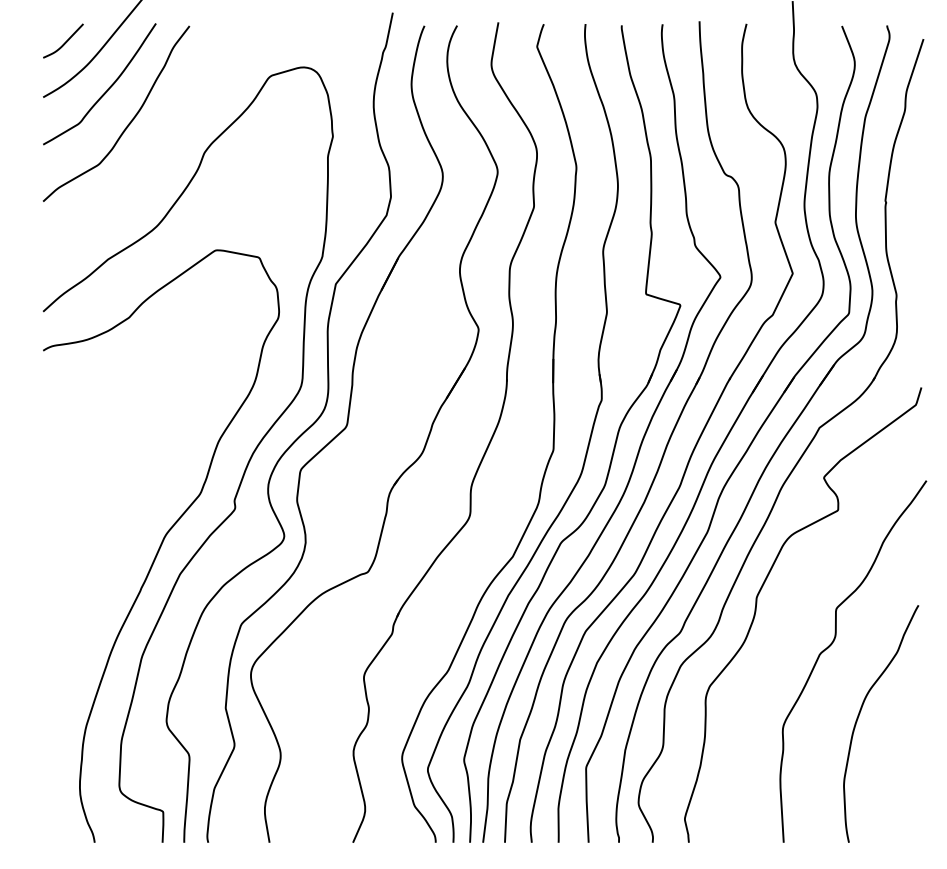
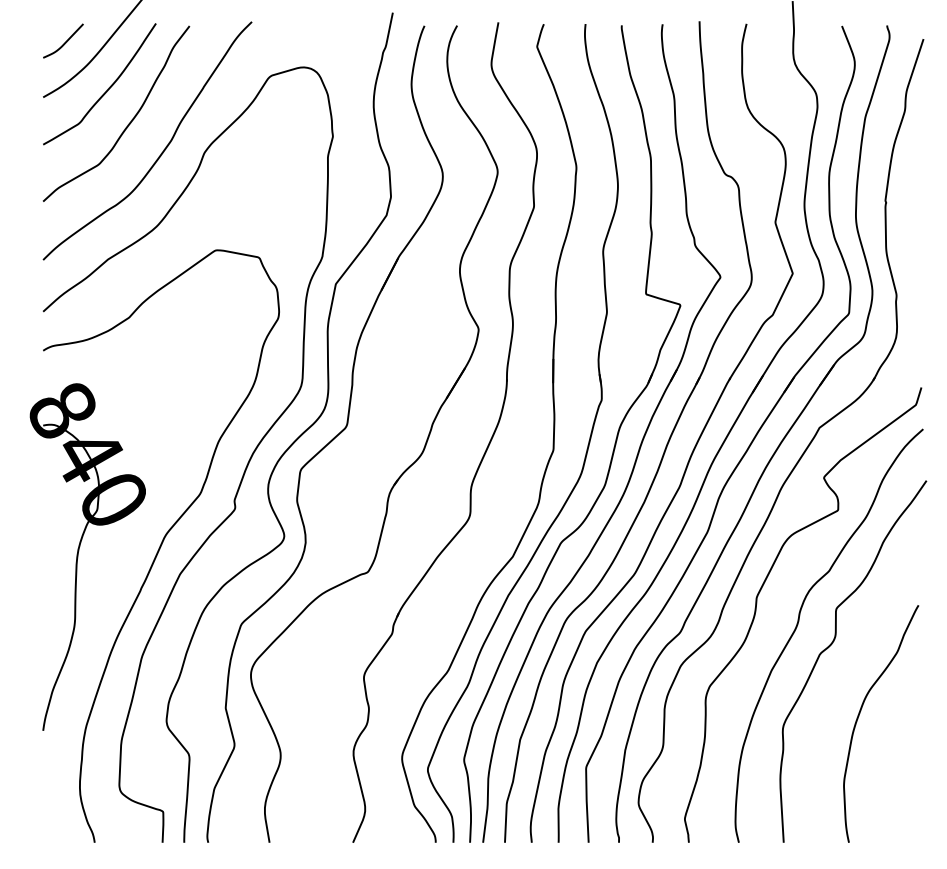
curve at (163, 149): none -> present
part at (78, 556): none -> present
curve at (798, 624): none -> present
